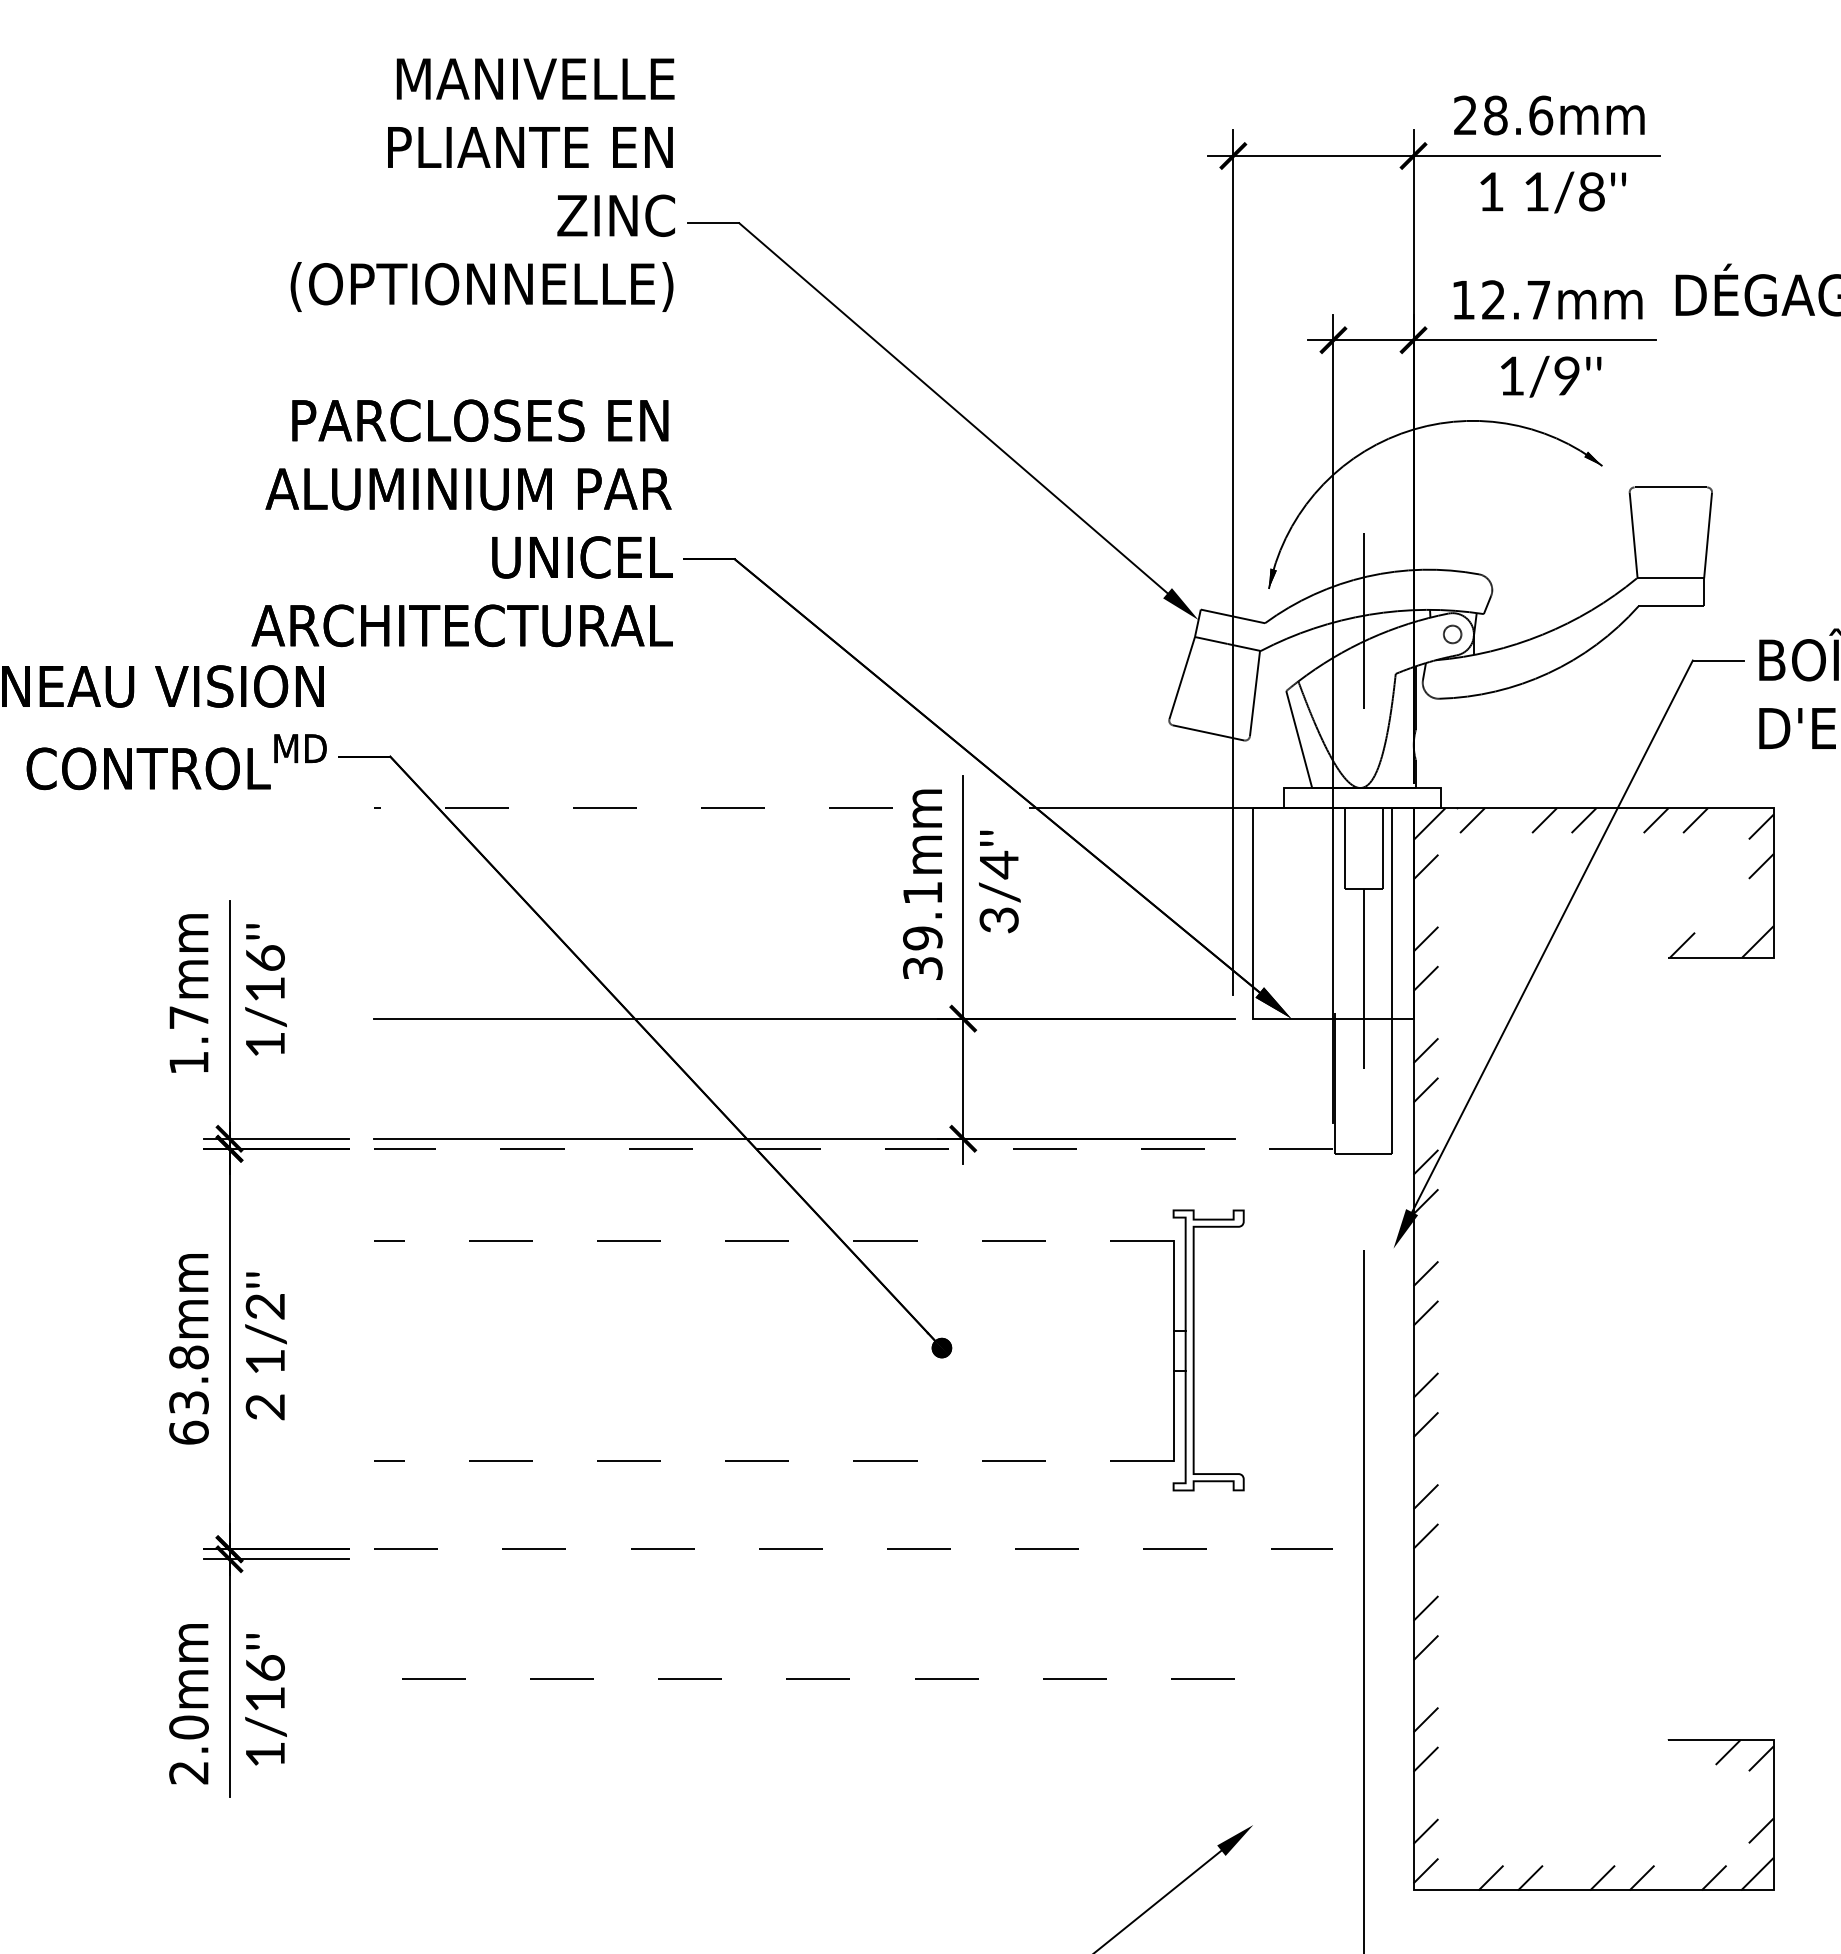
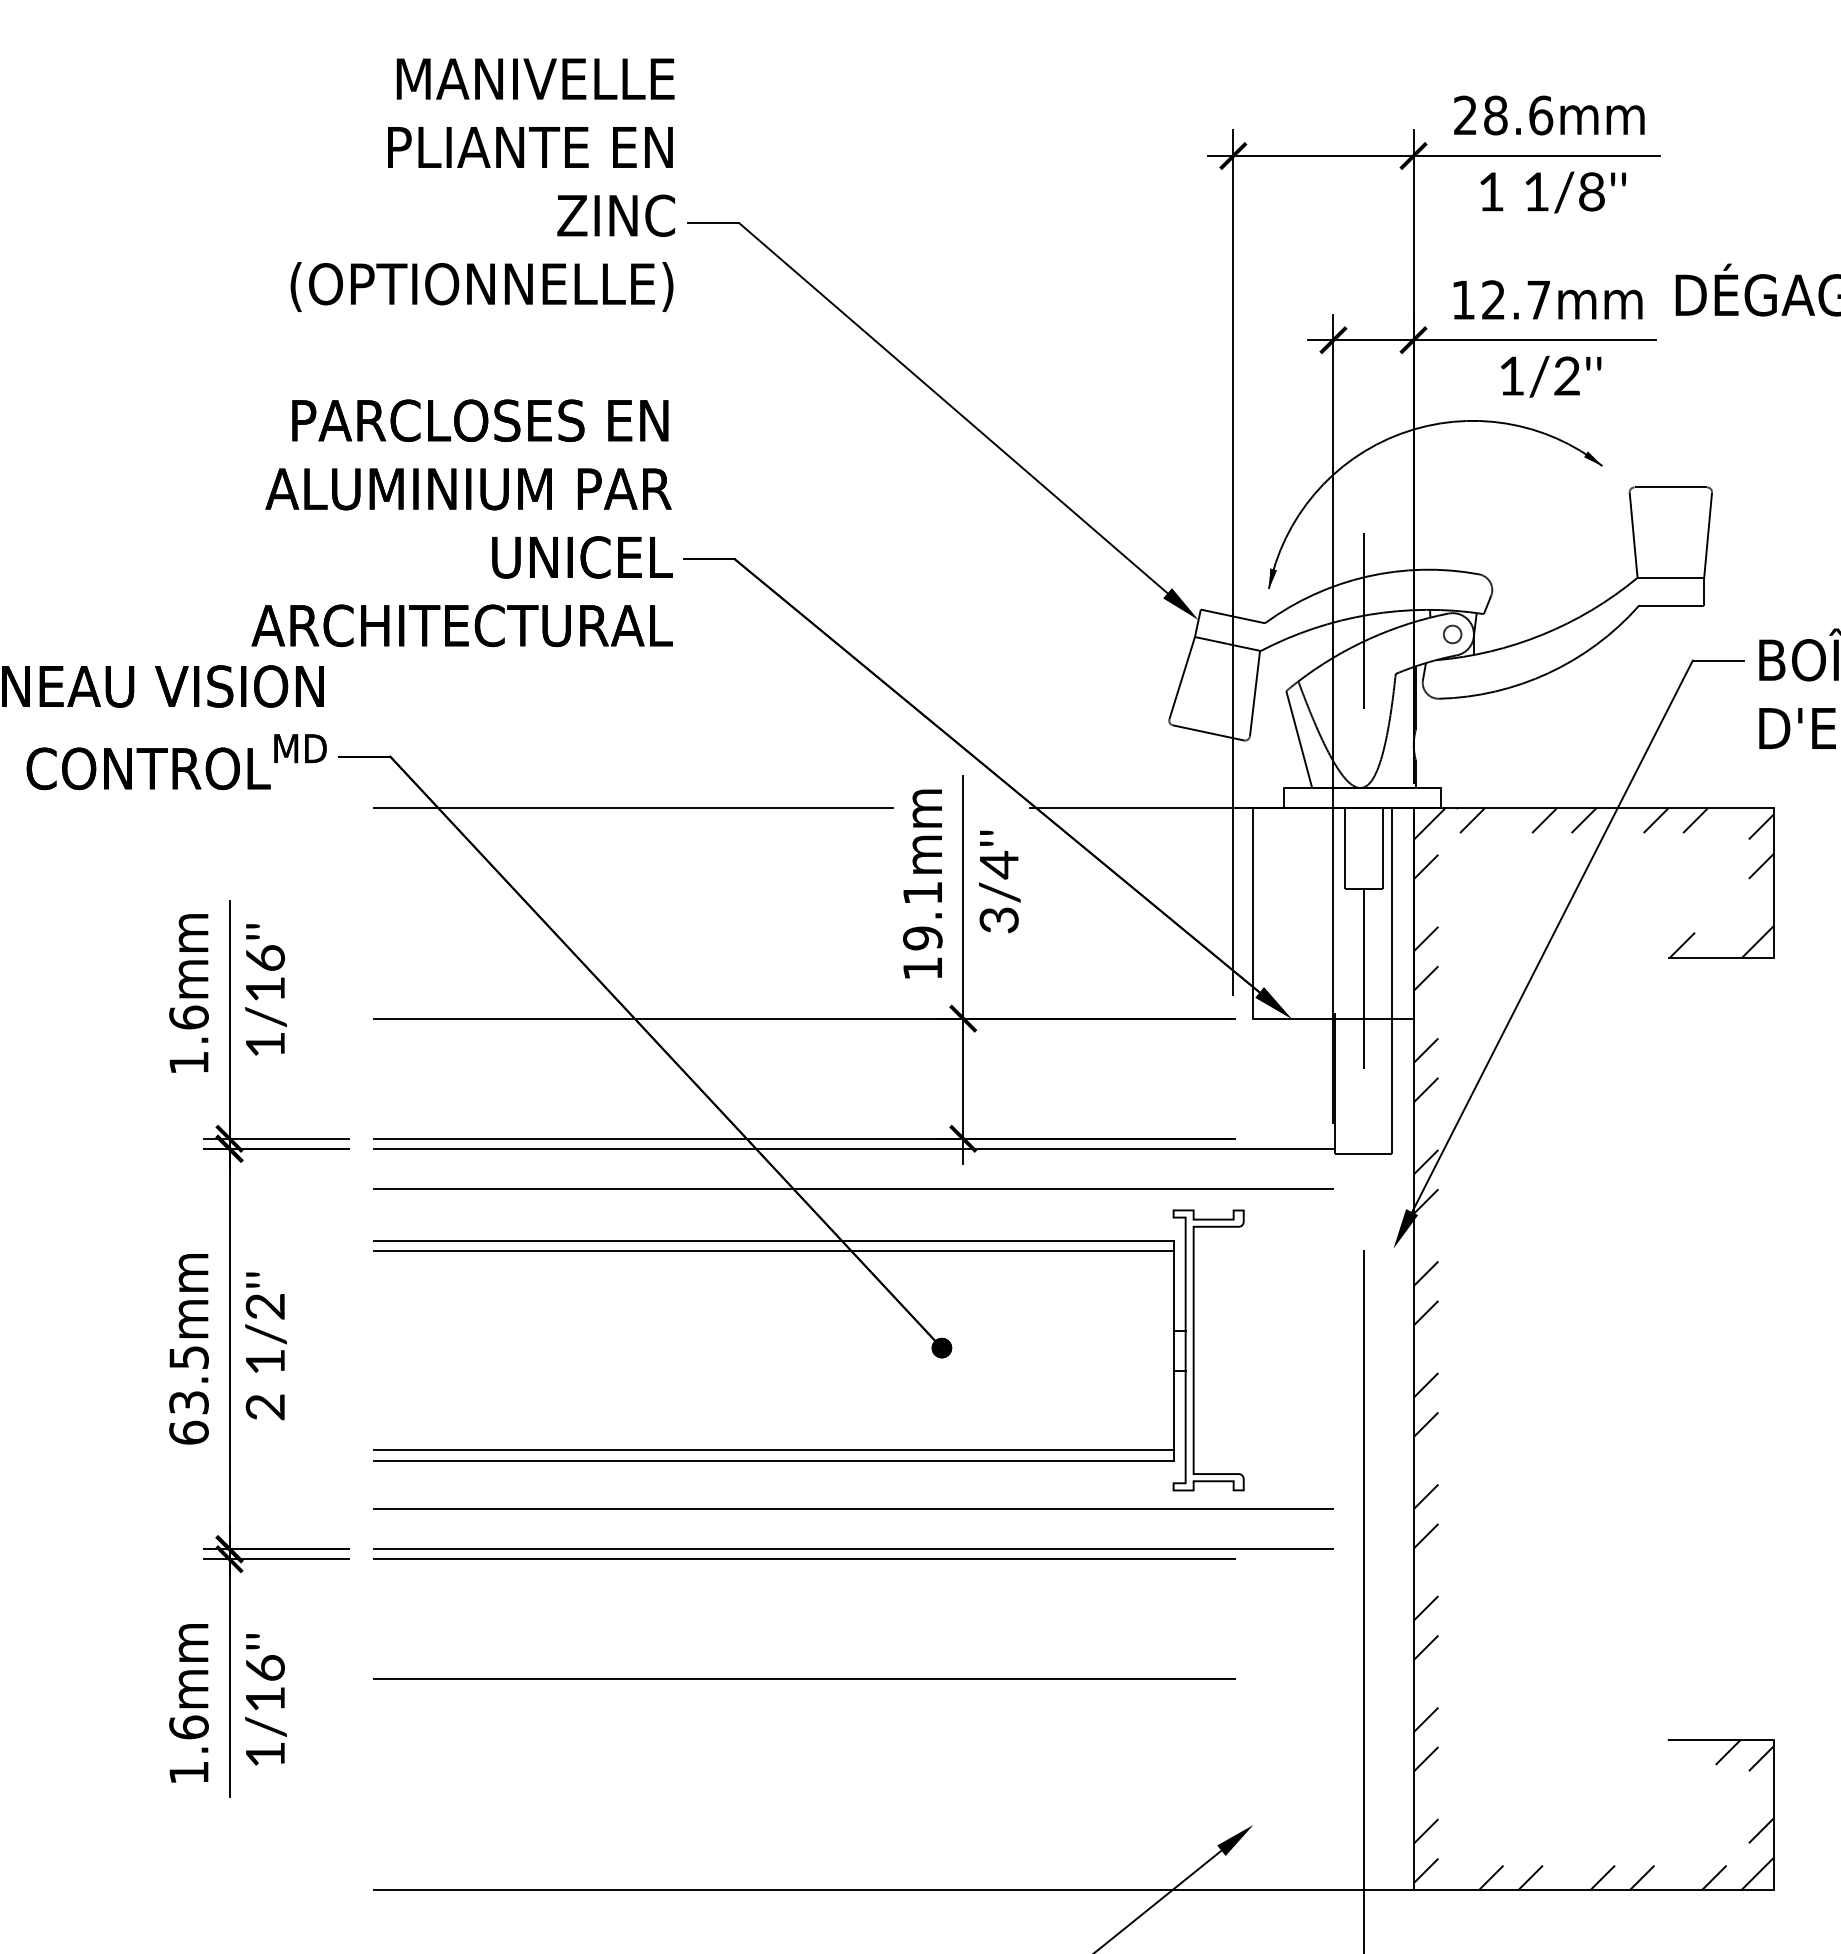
text at (1566, 376): 1/9''\f] -> 1/2''\f]
line at (633, 808): dashed -> solid
text at (922, 968): 39.1mm -> 19.1mm
text at (188, 1017): 1.7mm -> 1.6mm
line at (853, 1148): dashed -> solid
line at (853, 1188): none -> present
line at (774, 1240): dashed -> solid
line at (773, 1251): none -> present
text at (188, 1357): 63.8mm -> 63.5mm
line at (773, 1449): none -> present
line at (774, 1460): dashed -> solid
line at (853, 1509): none -> present
line at (853, 1549): dashed -> solid
line at (804, 1559): none -> present
line at (804, 1679): dashed -> solid
text at (188, 1749): 2.0mm -> 1.6mm
line at (893, 1890): none -> present
